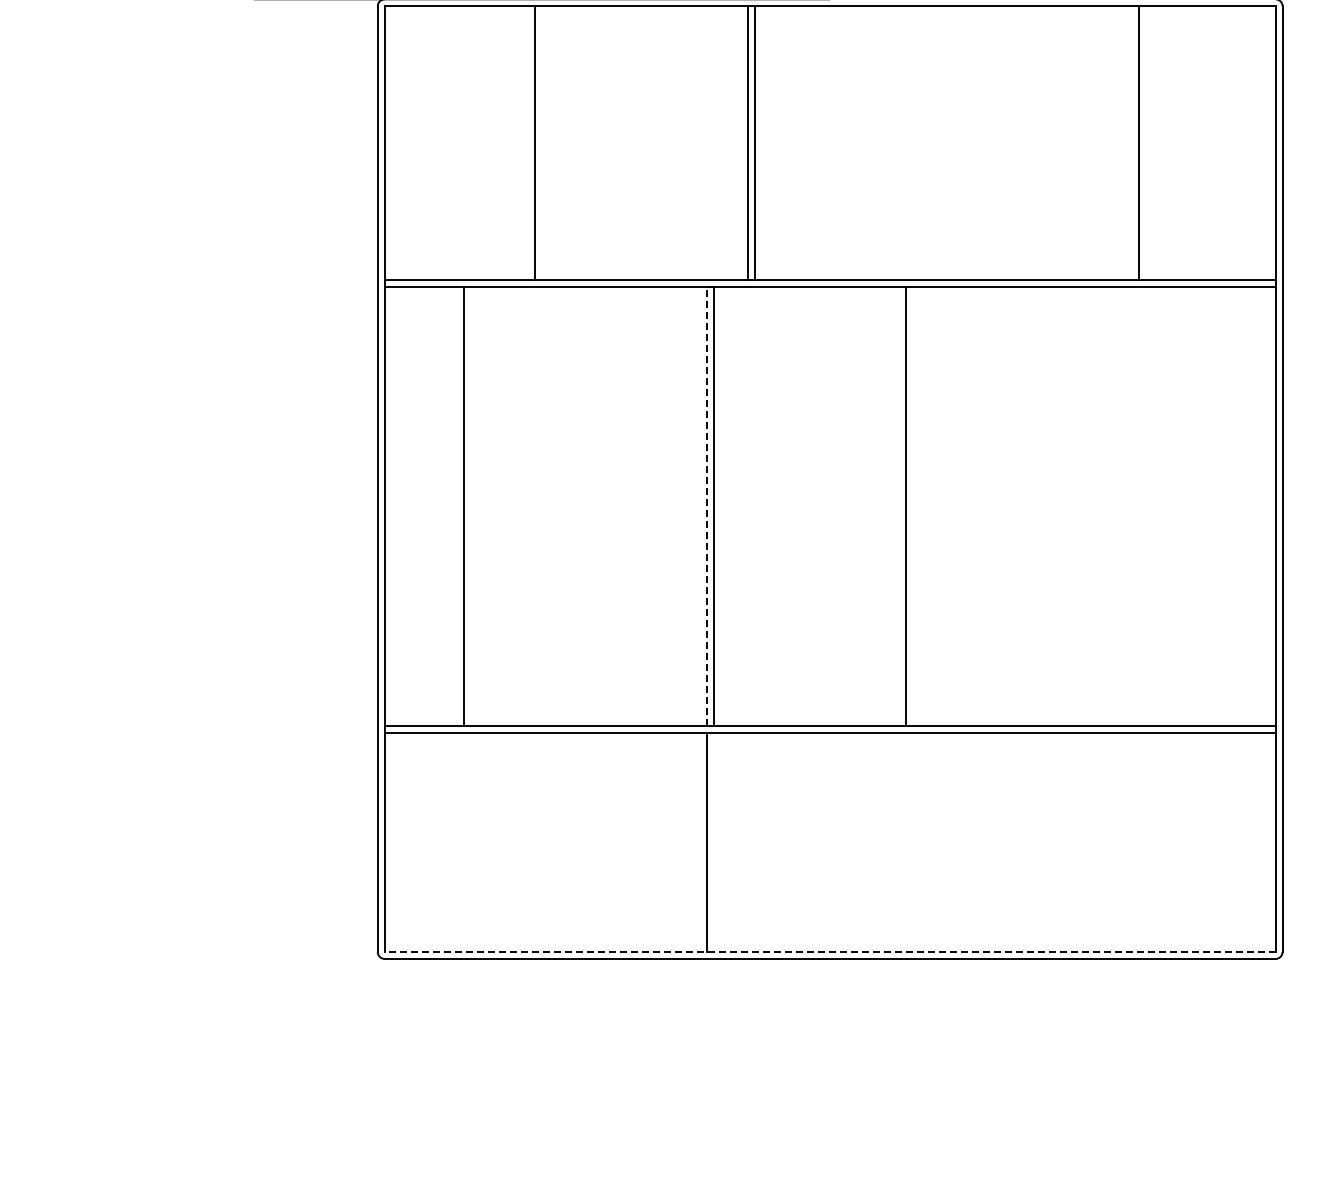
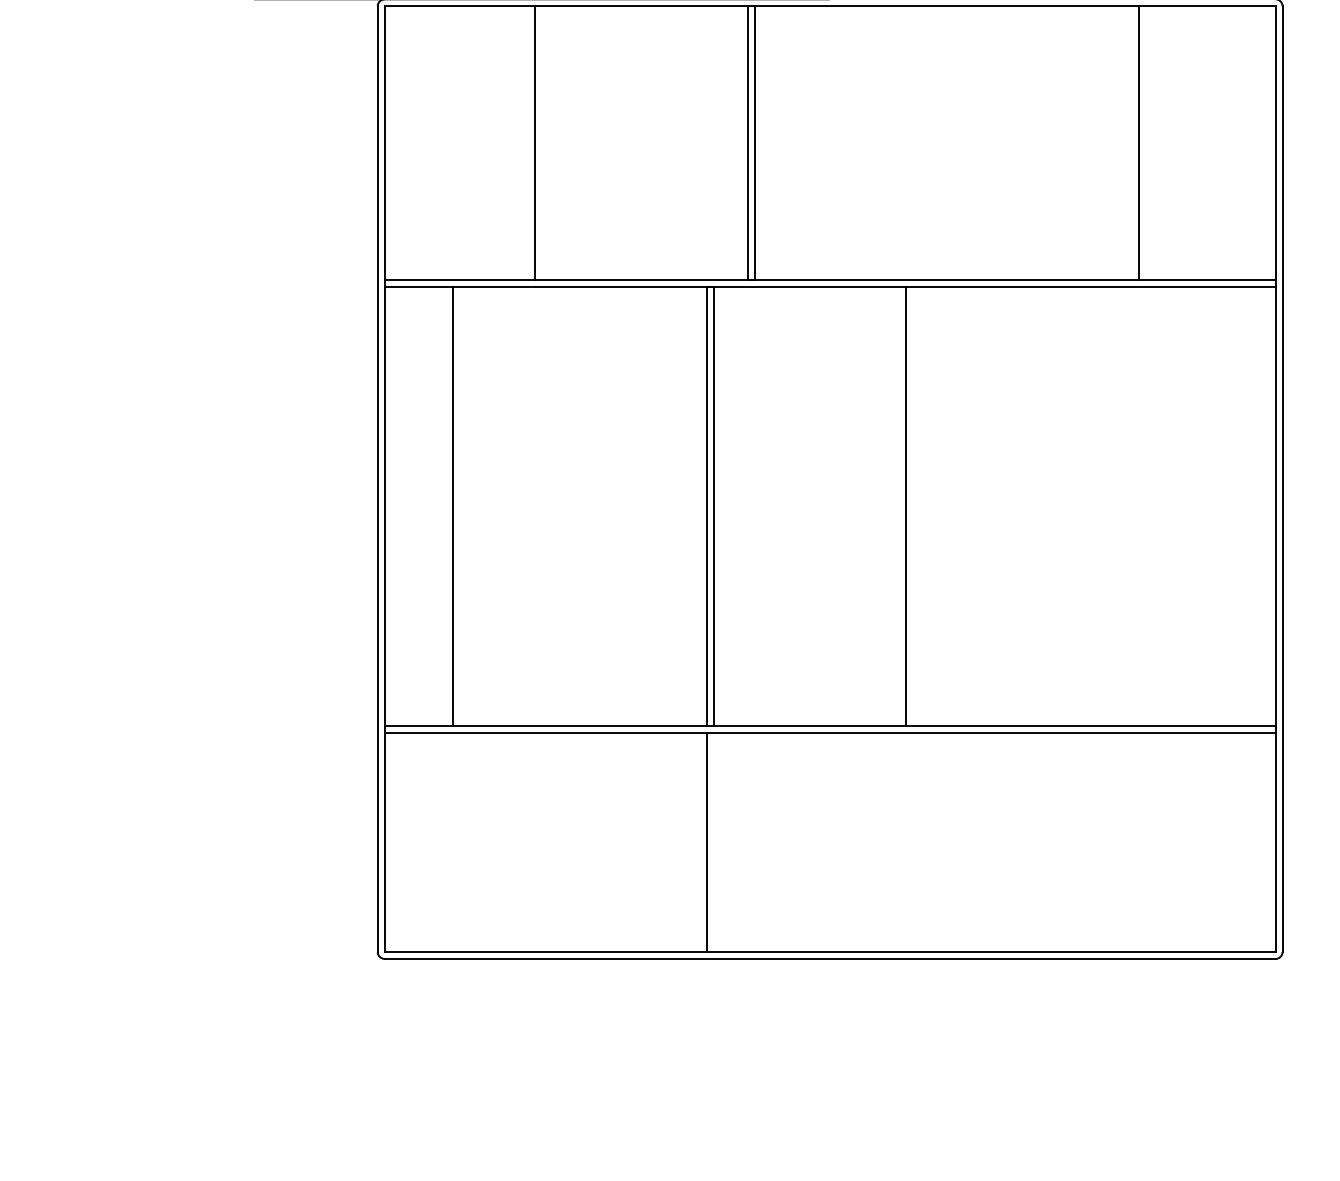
line at (464, 506) position: (464, 506) -> (453, 506)
line at (706, 506): dashed -> solid
line at (830, 952): dashed -> solid
